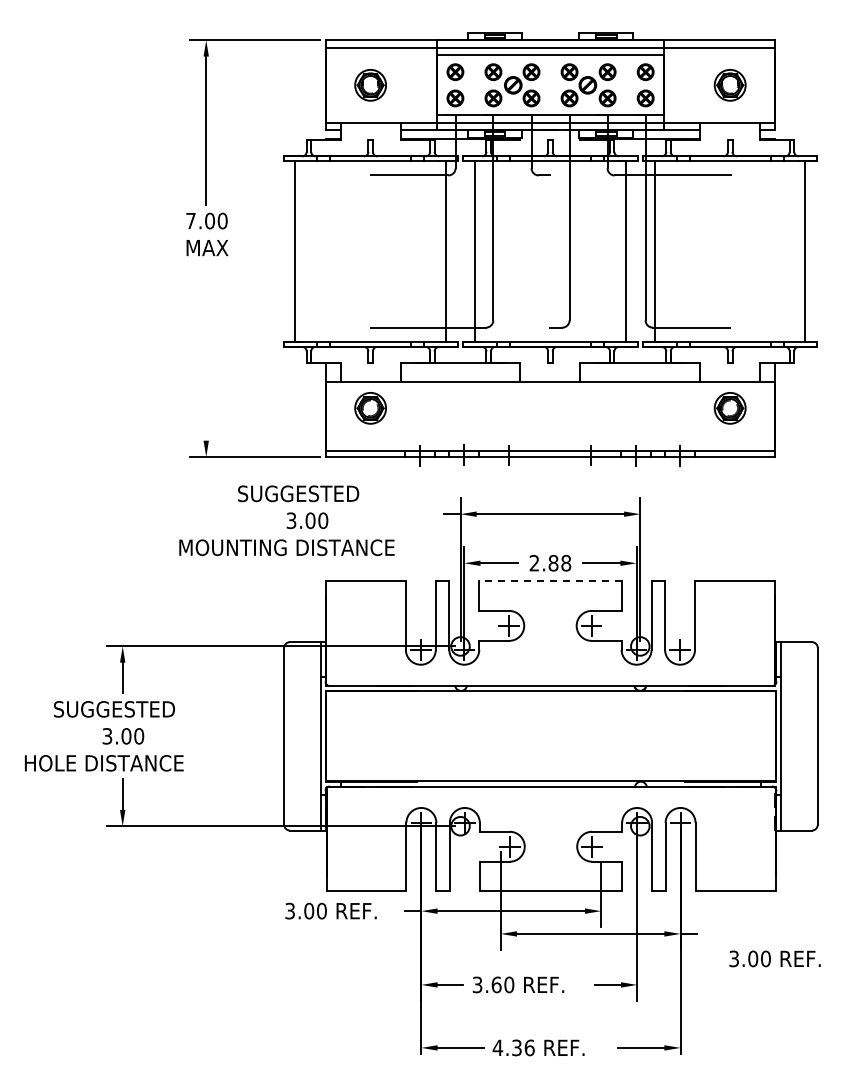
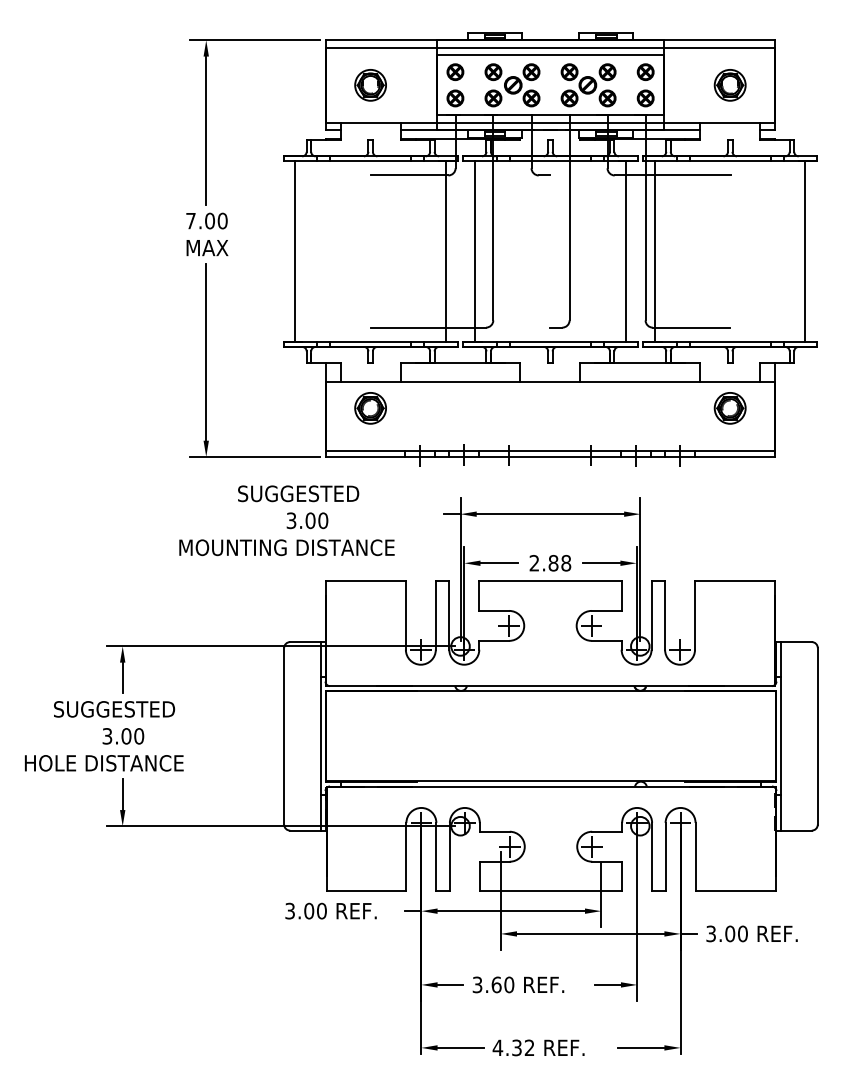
line at (206, 352): none -> present
line at (549, 581): dashed -> solid
text at (774, 958) position: (774, 958) -> (751, 933)
text at (529, 1047): 4.36 -> 4.32
